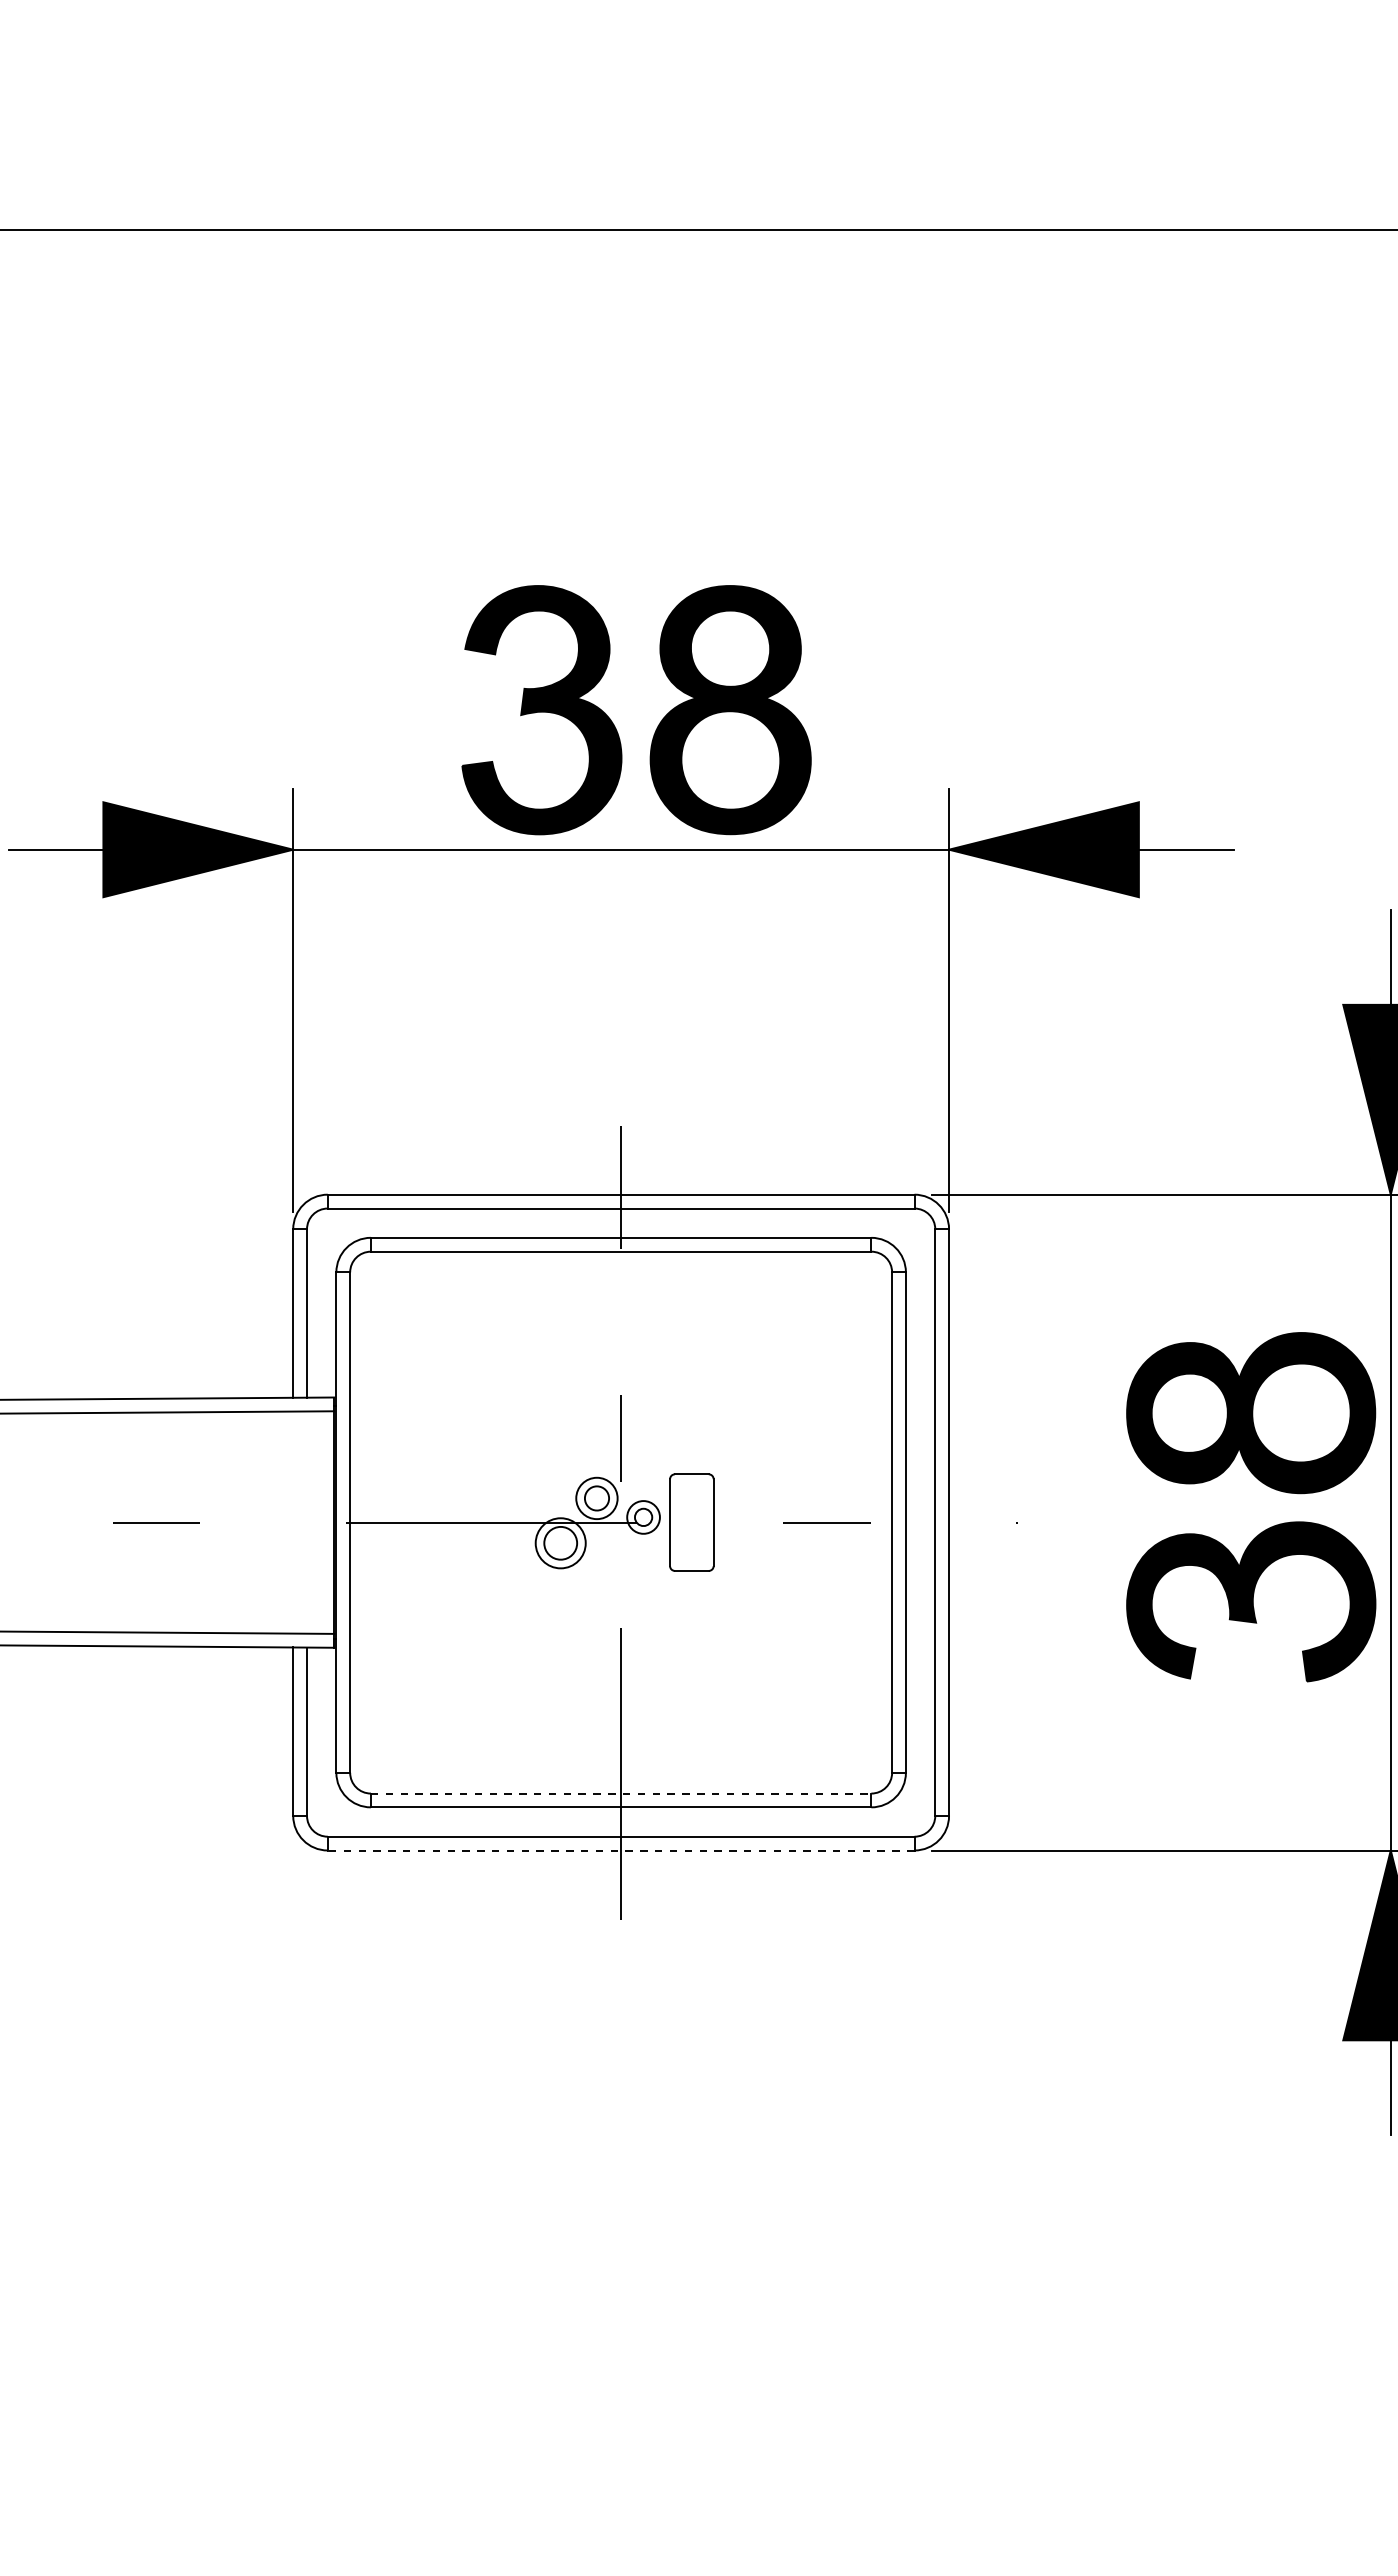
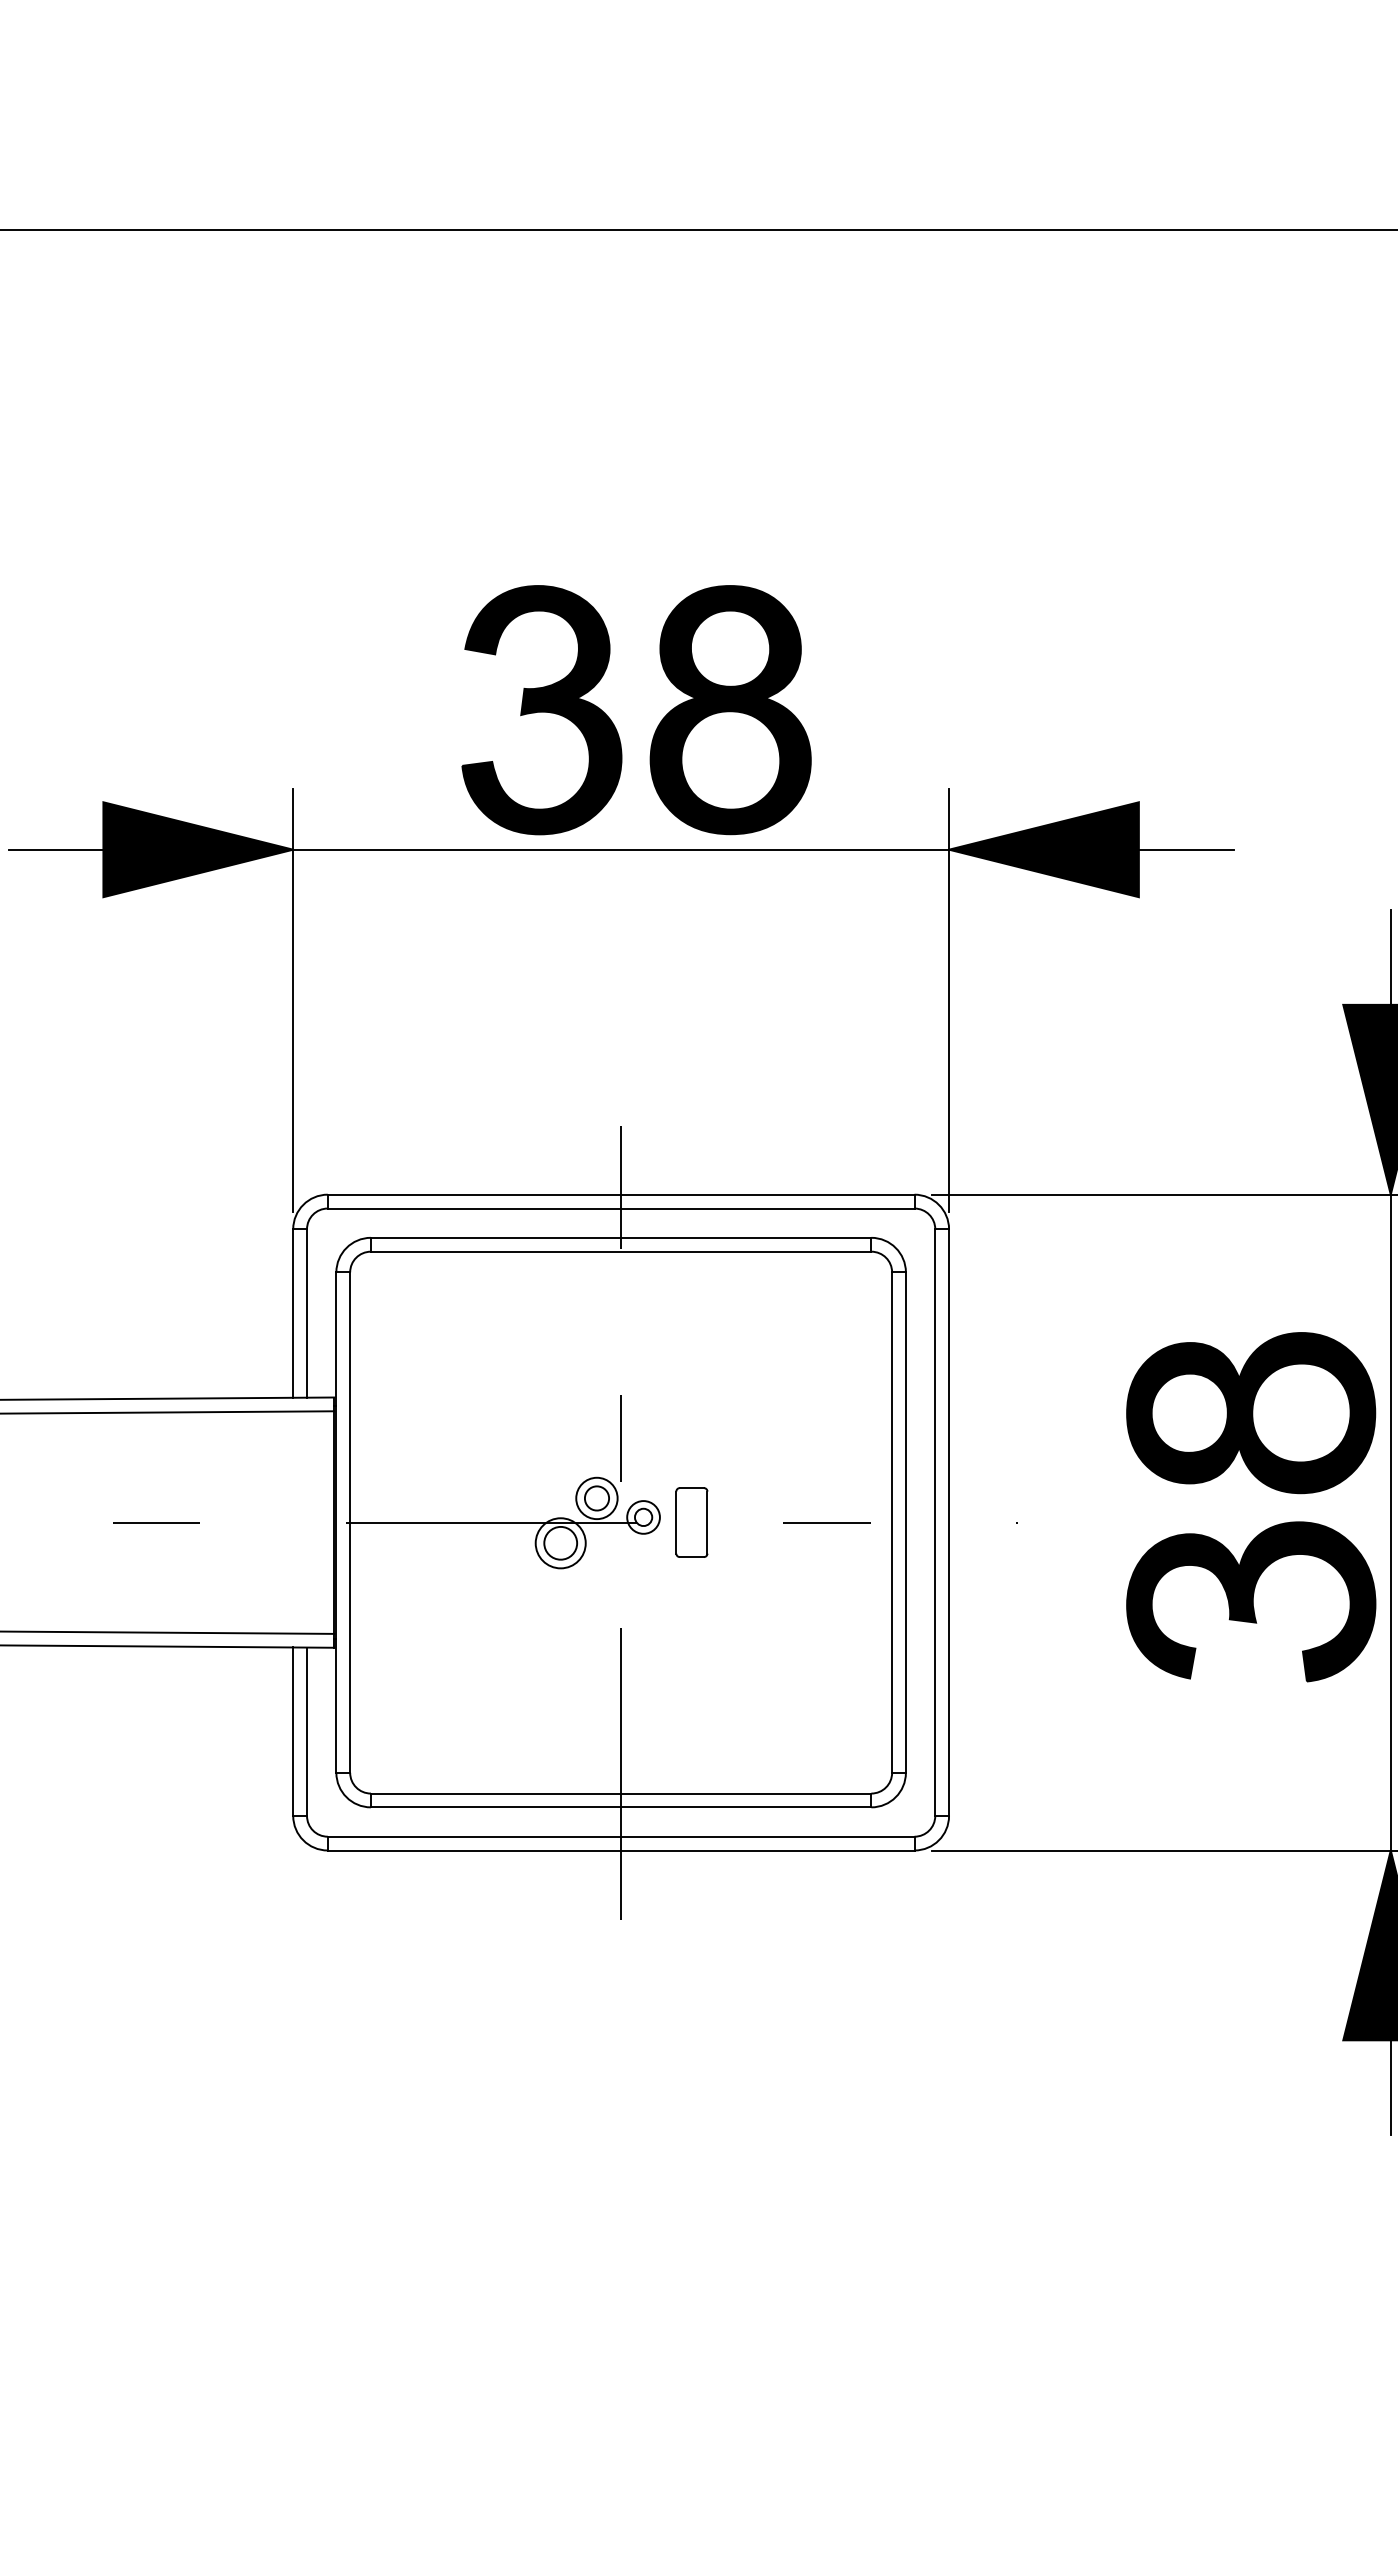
part at (691, 1522) size: 46x99 px -> 34x71 px
line at (621, 1793): dashed -> solid
line at (620, 1850): dashed -> solid
